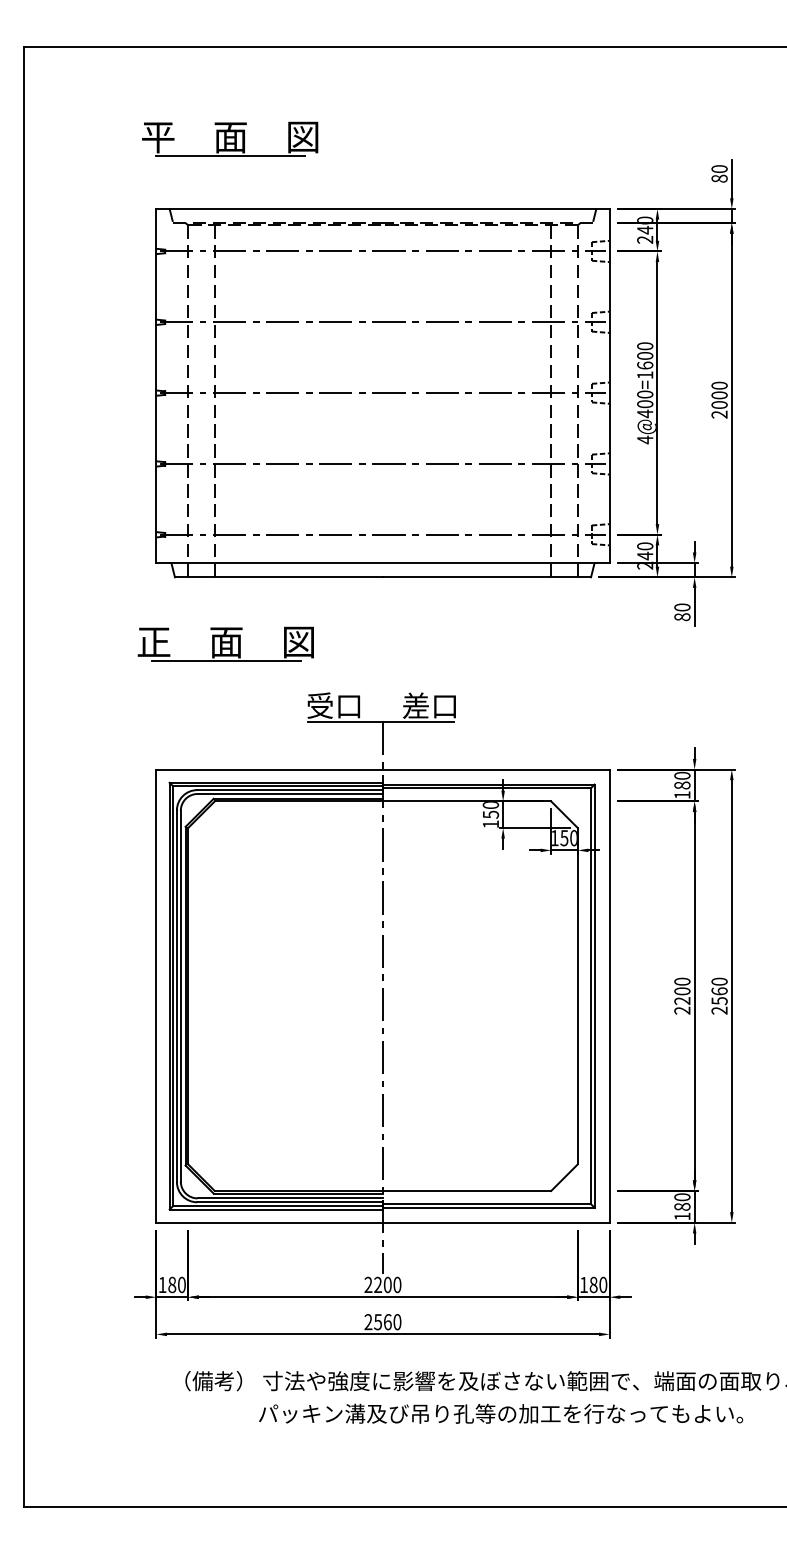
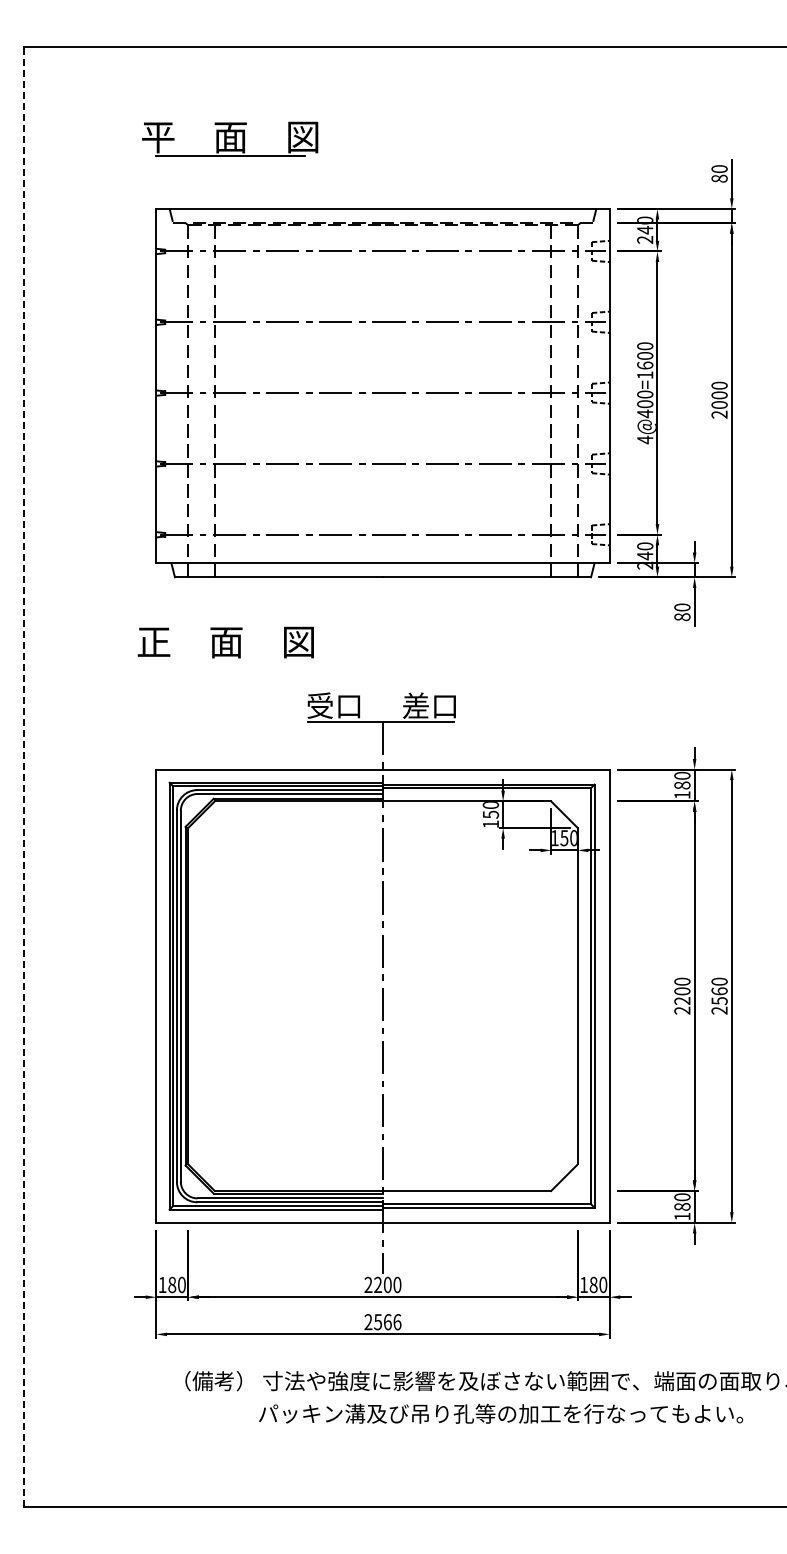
line at (226, 660): present -> none
line at (23, 776): solid -> dashed
text at (397, 1322): 2560 -> 2566
